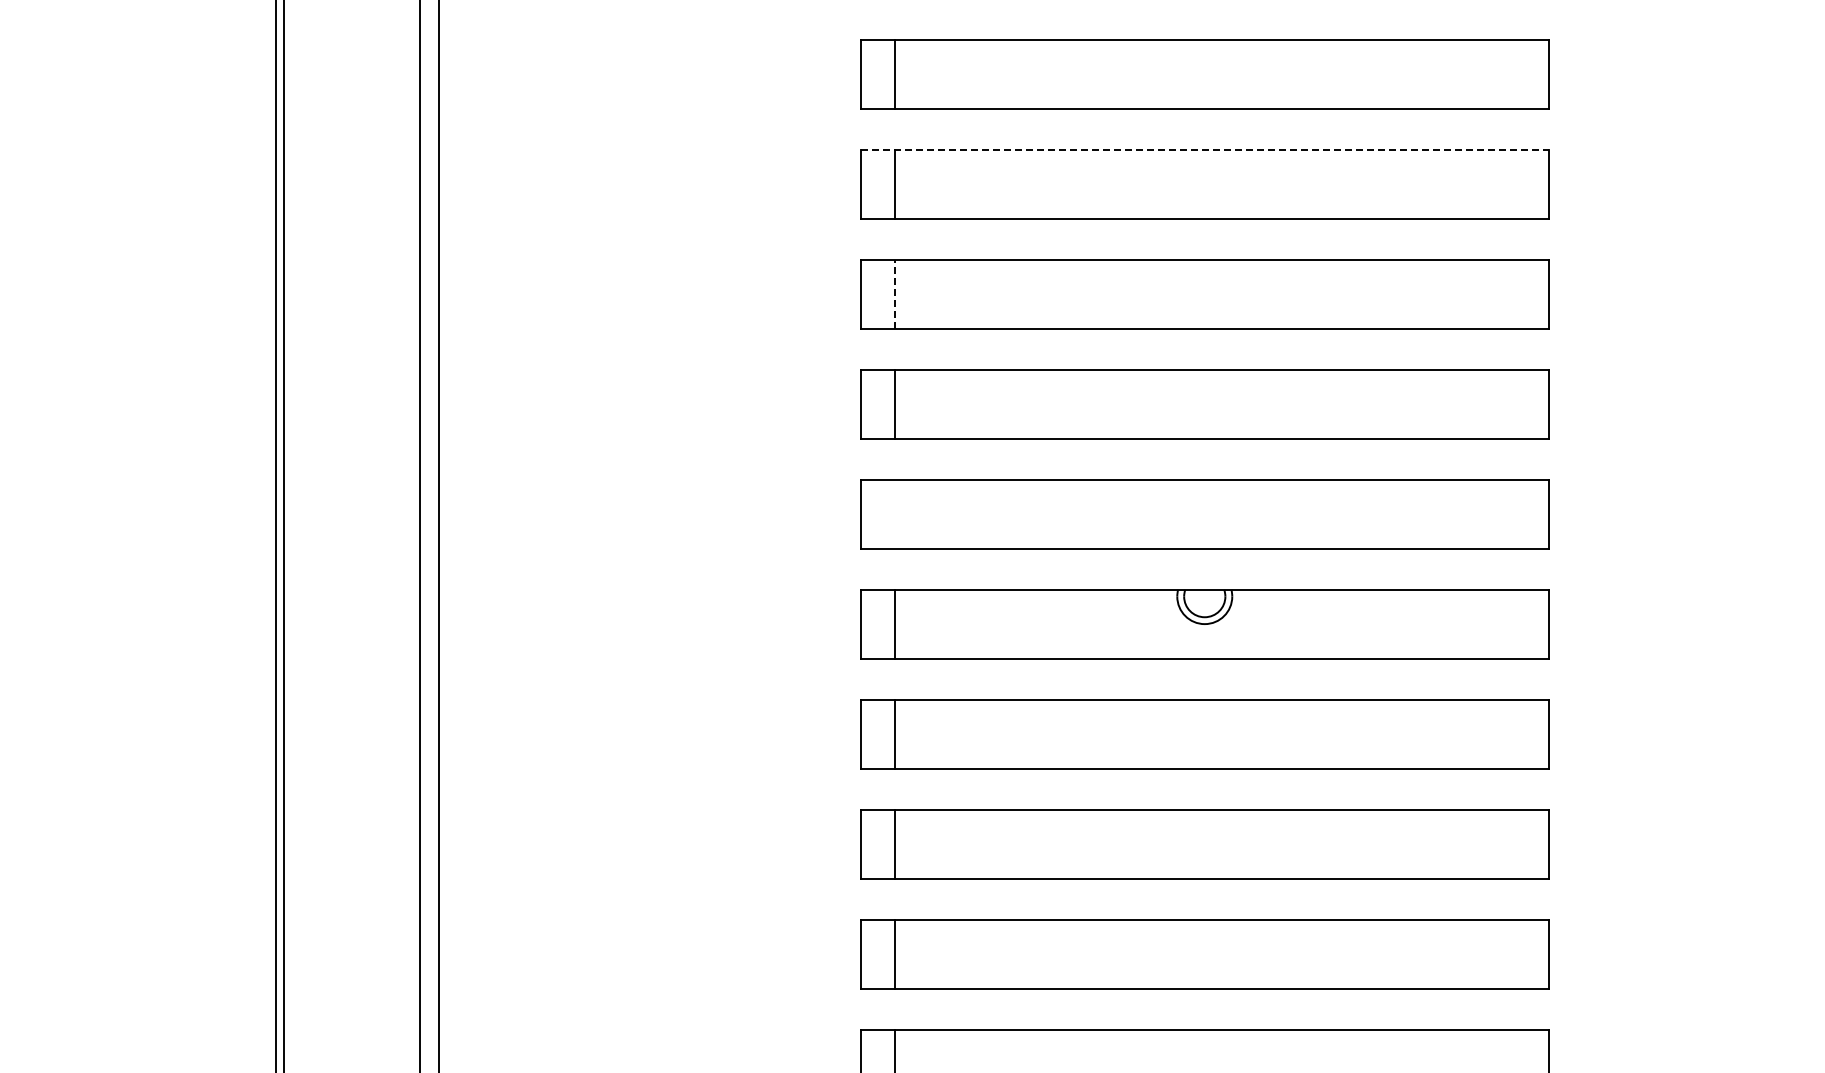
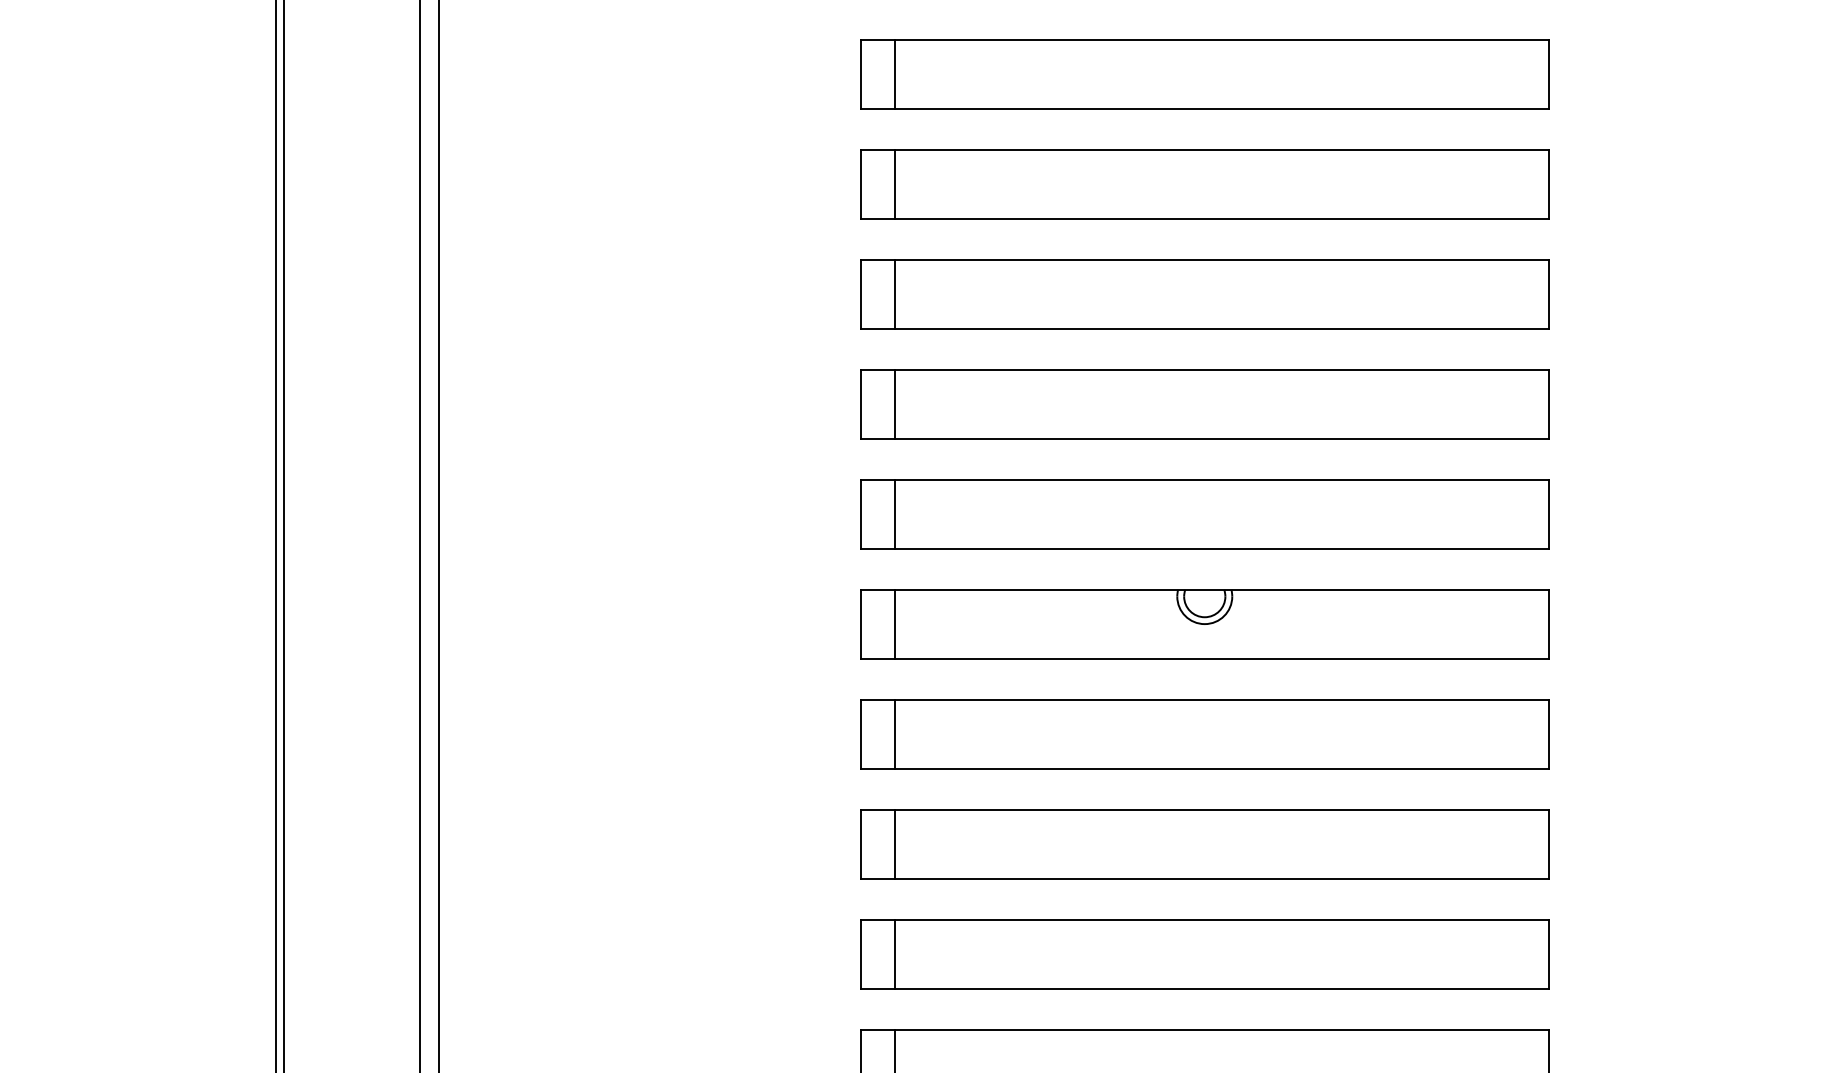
line at (1204, 149): dashed -> solid
line at (895, 293): dashed -> solid
line at (895, 513): none -> present
